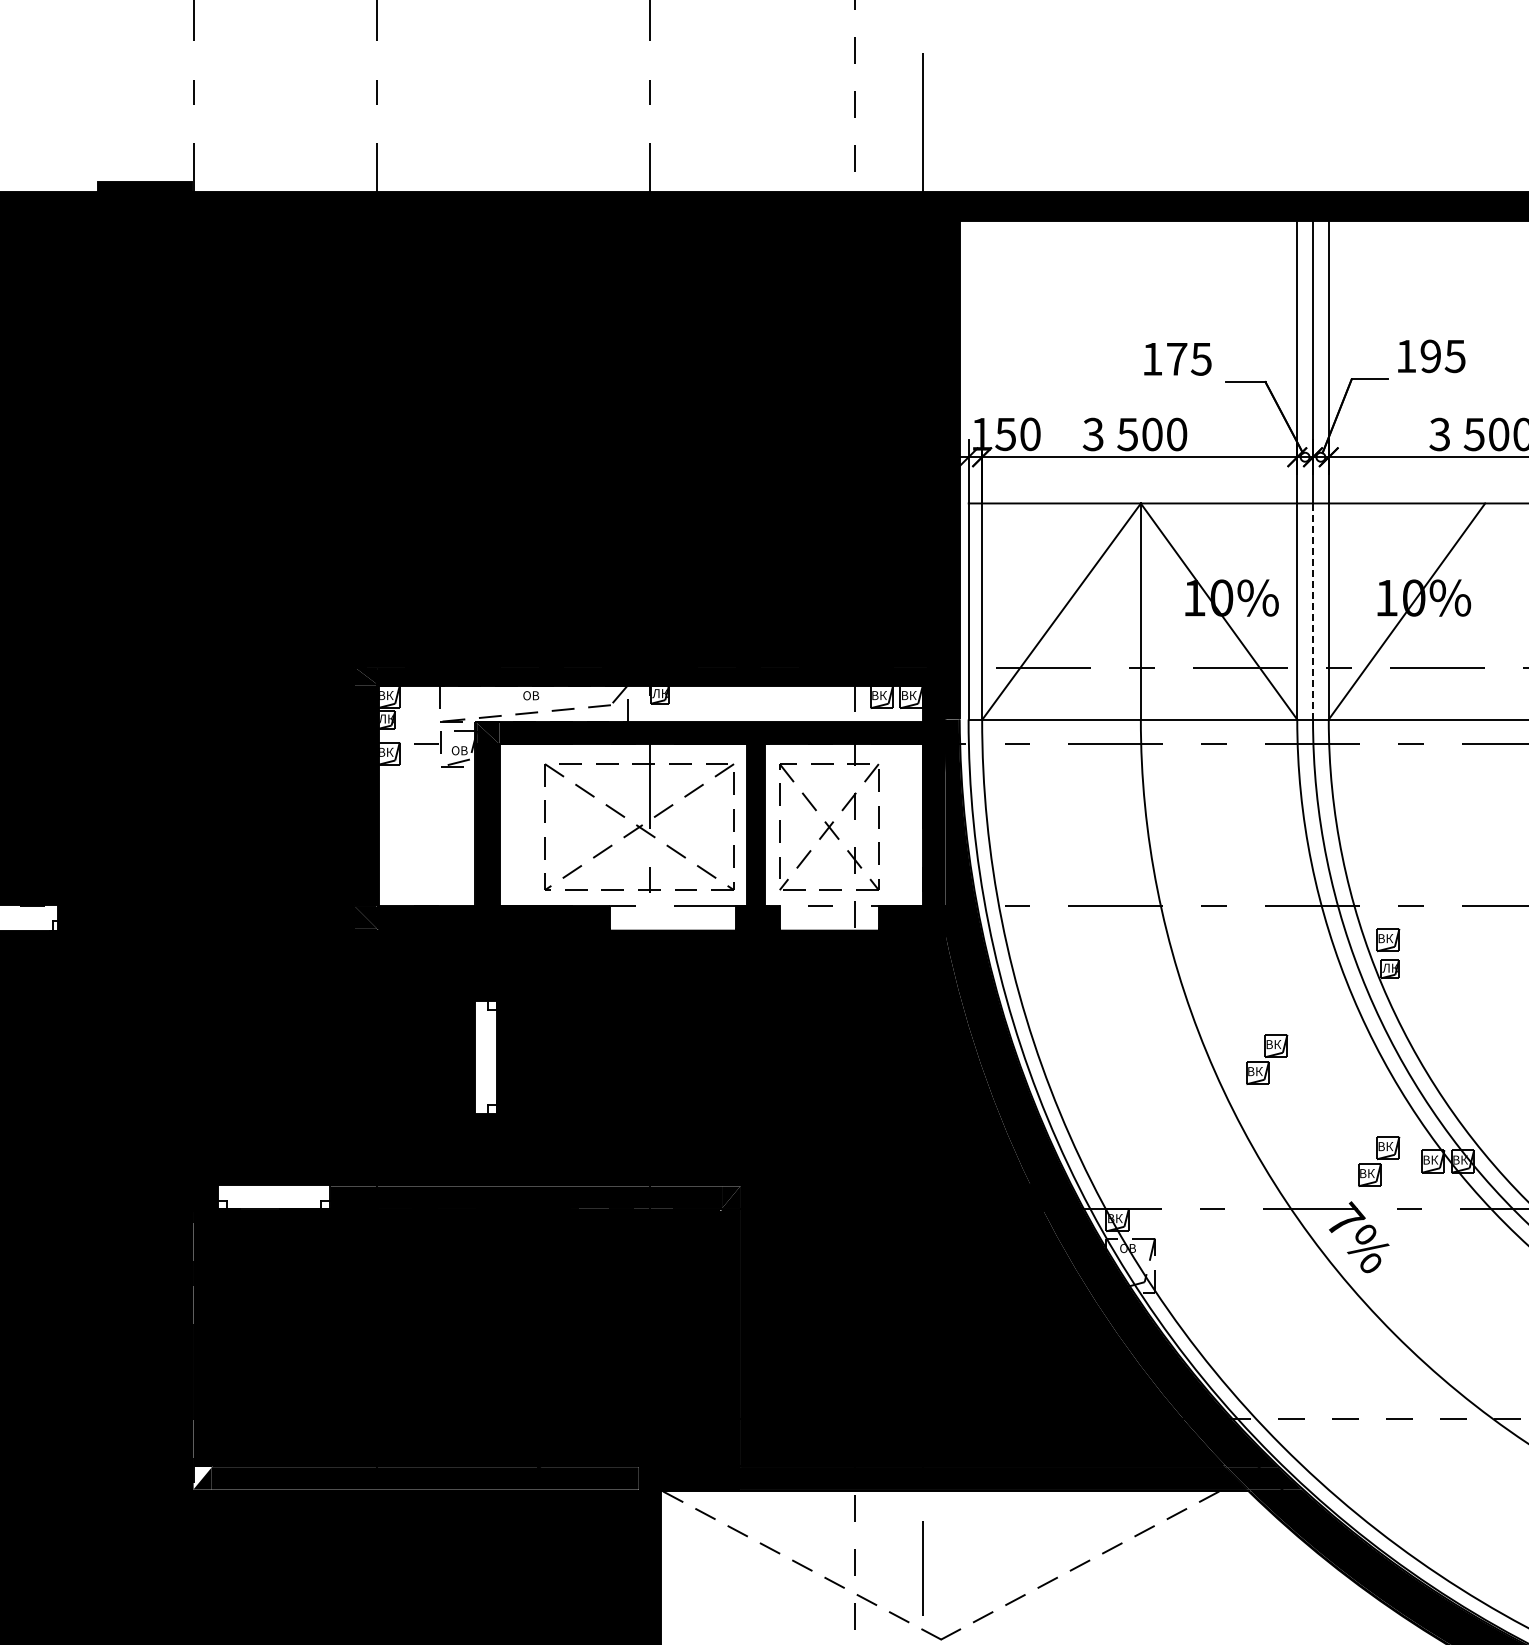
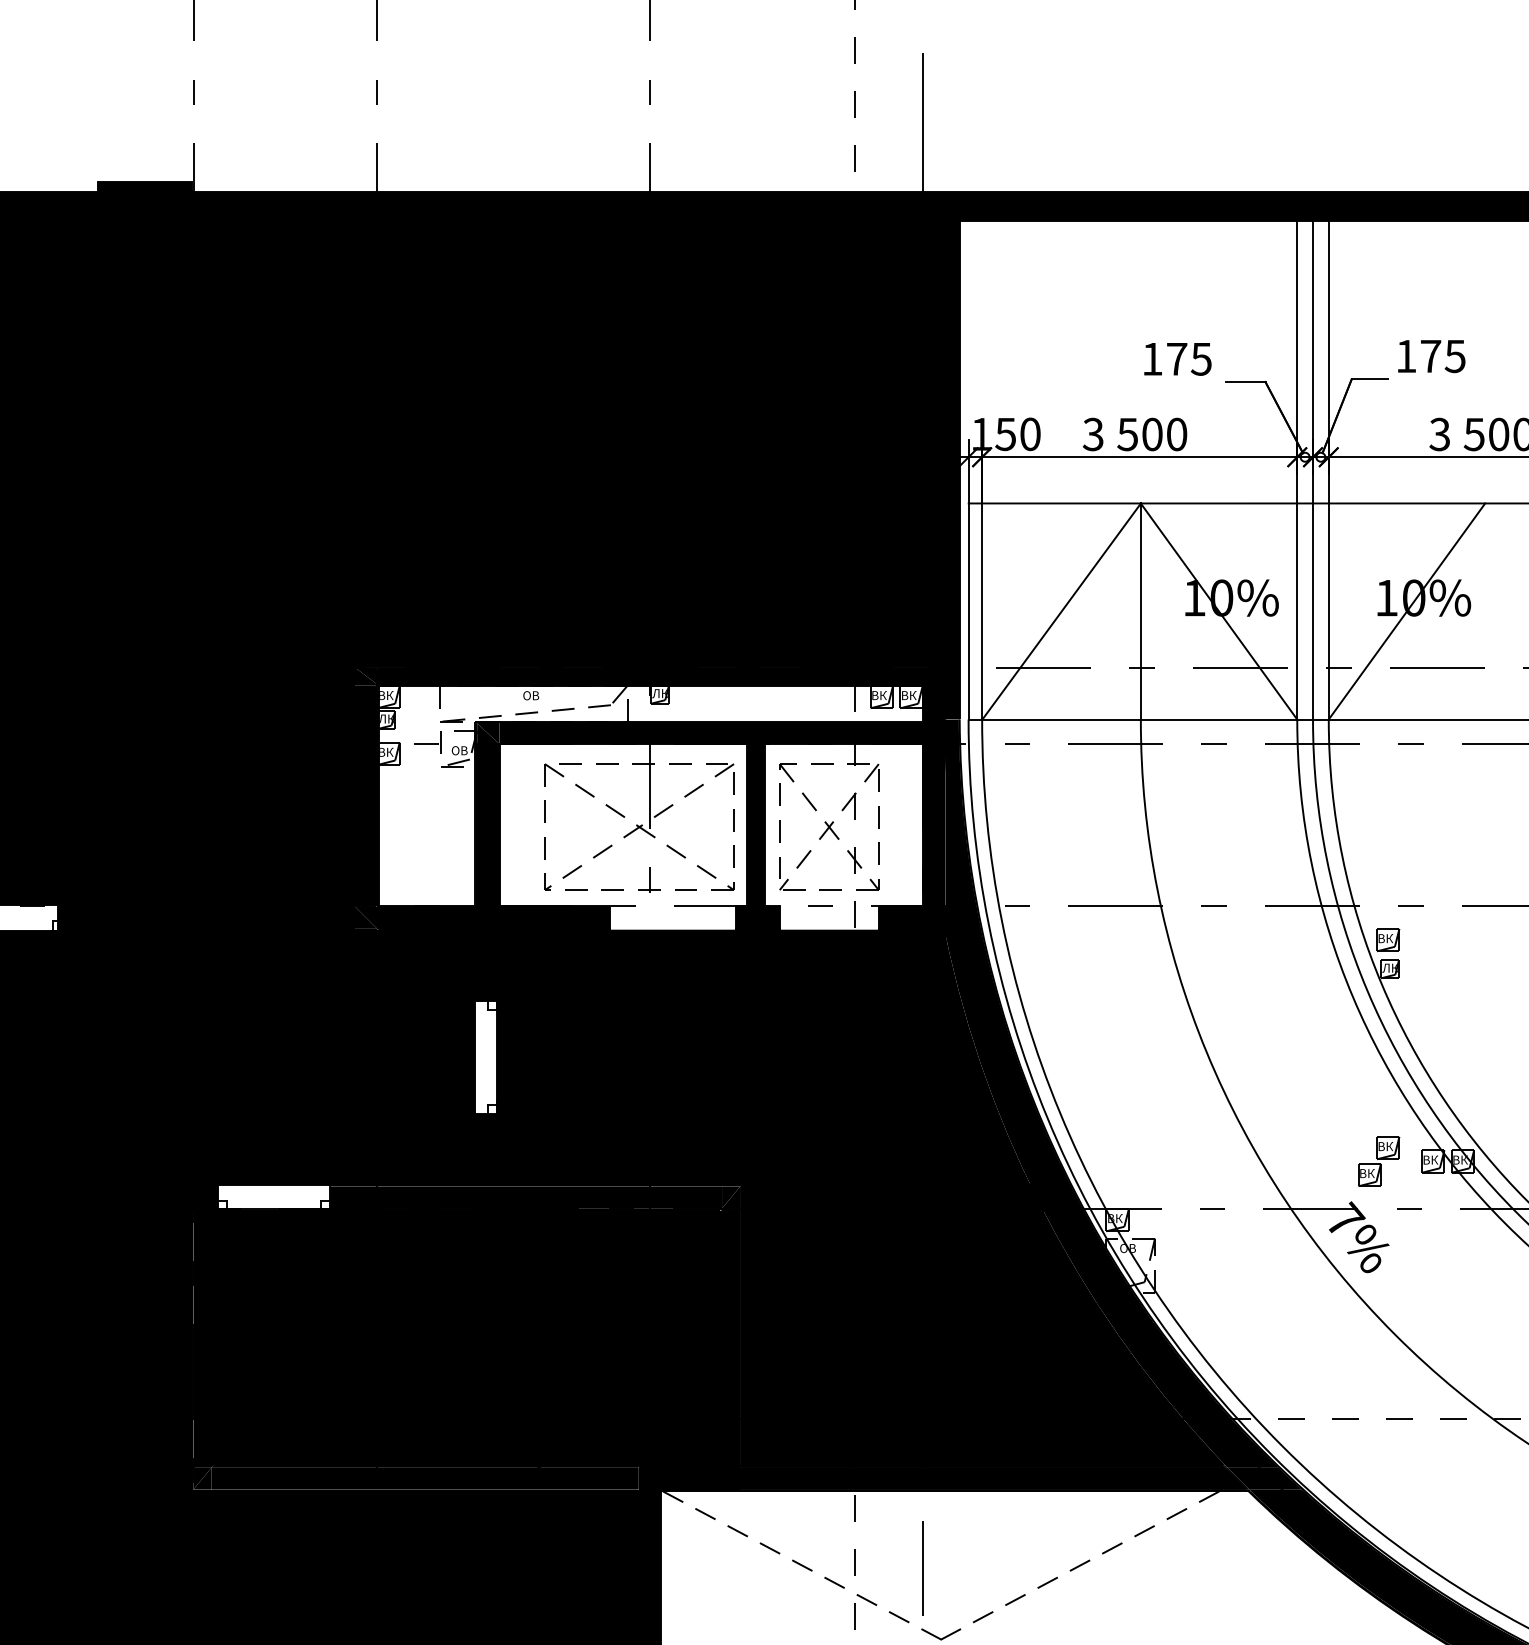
text at (1430, 356): 195 -> 175
line at (1313, 610): dashed -> solid
part at (1267, 1059): present -> none
fill at (202, 1478): none -> present
